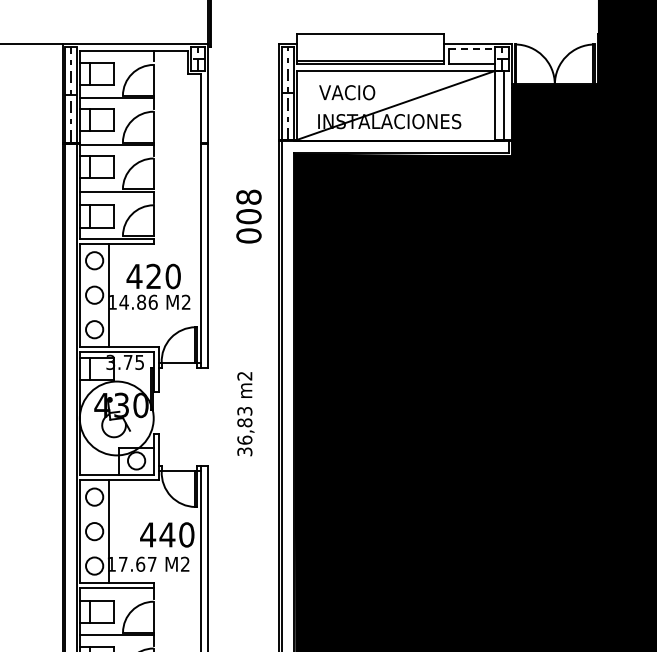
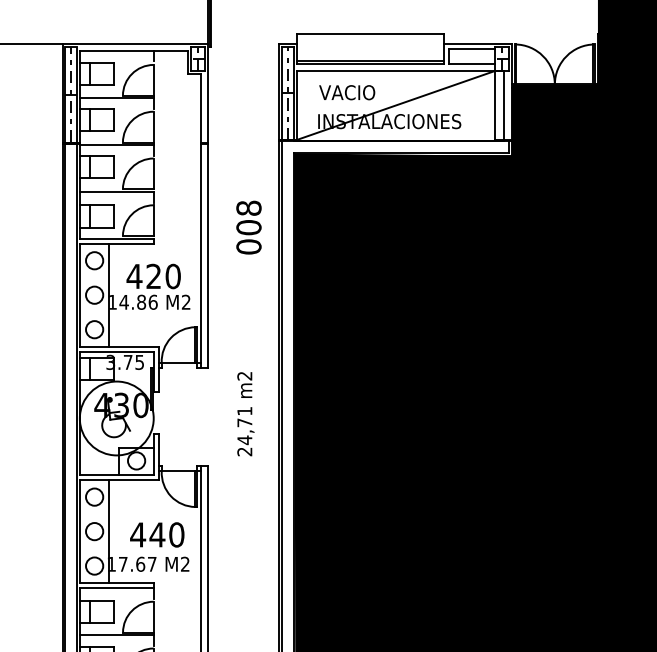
line at (471, 49): dashed -> solid
text at (248, 216) position: (248, 216) -> (248, 227)
text at (244, 431): 36,83 -> 24,71
text at (167, 534) position: (167, 534) -> (157, 534)
